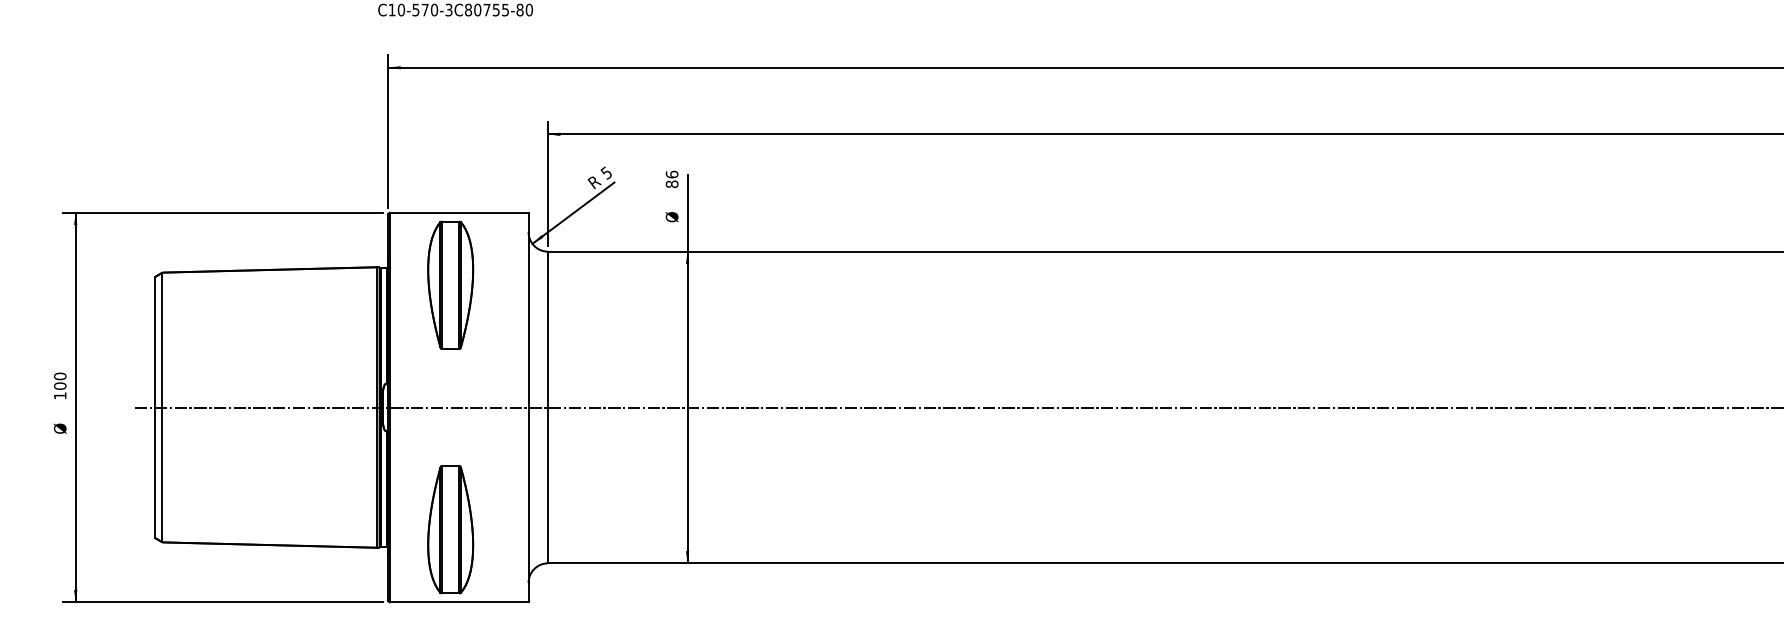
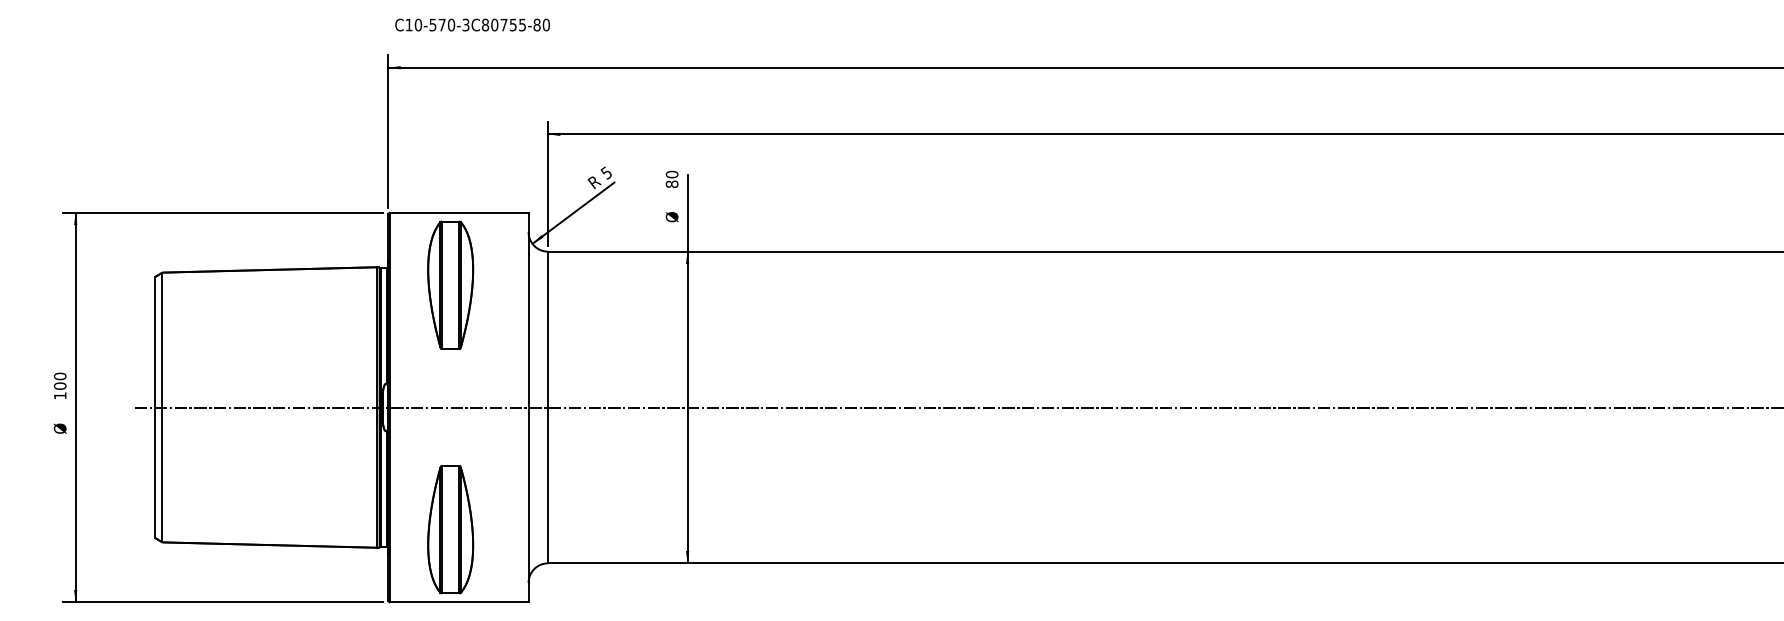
text at (455, 9) position: (455, 9) -> (472, 24)
text at (671, 174): 86 -> 80
